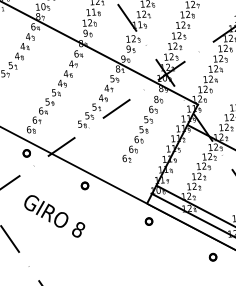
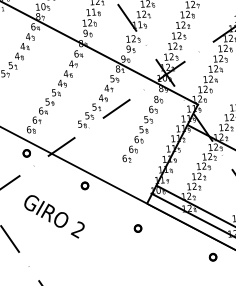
part at (148, 221) position: (148, 221) -> (137, 228)
text at (77, 229): 8 -> 2
